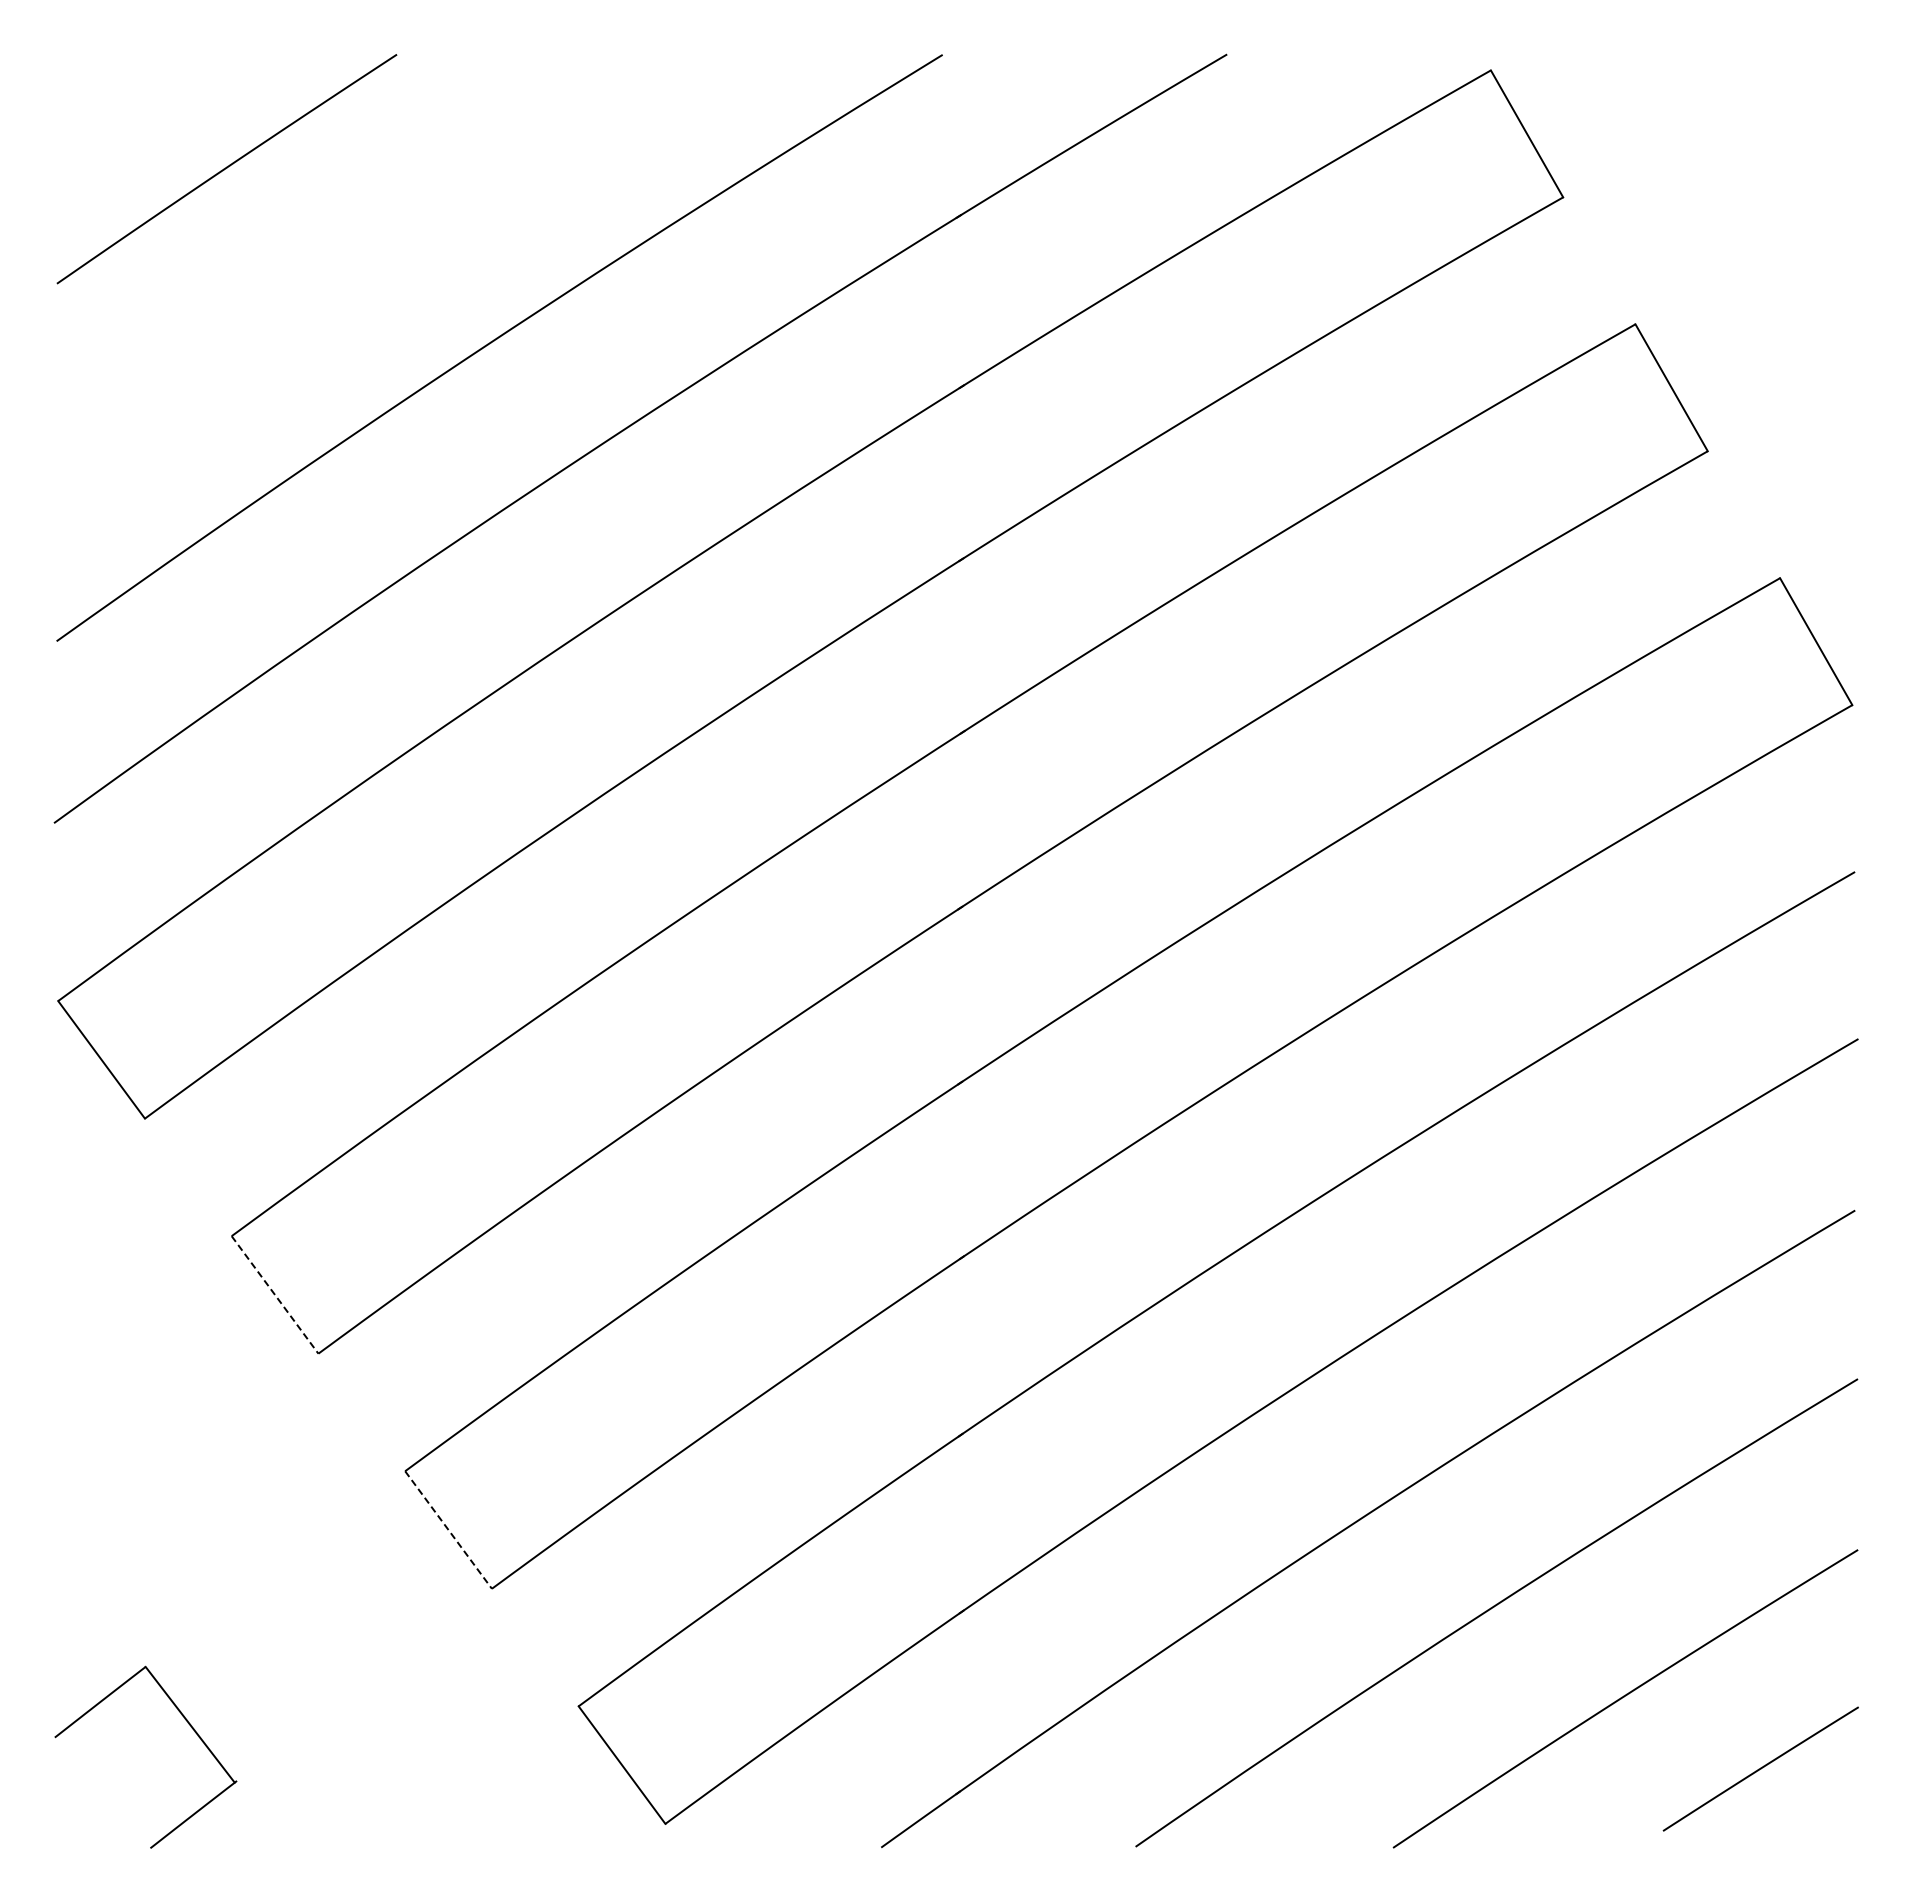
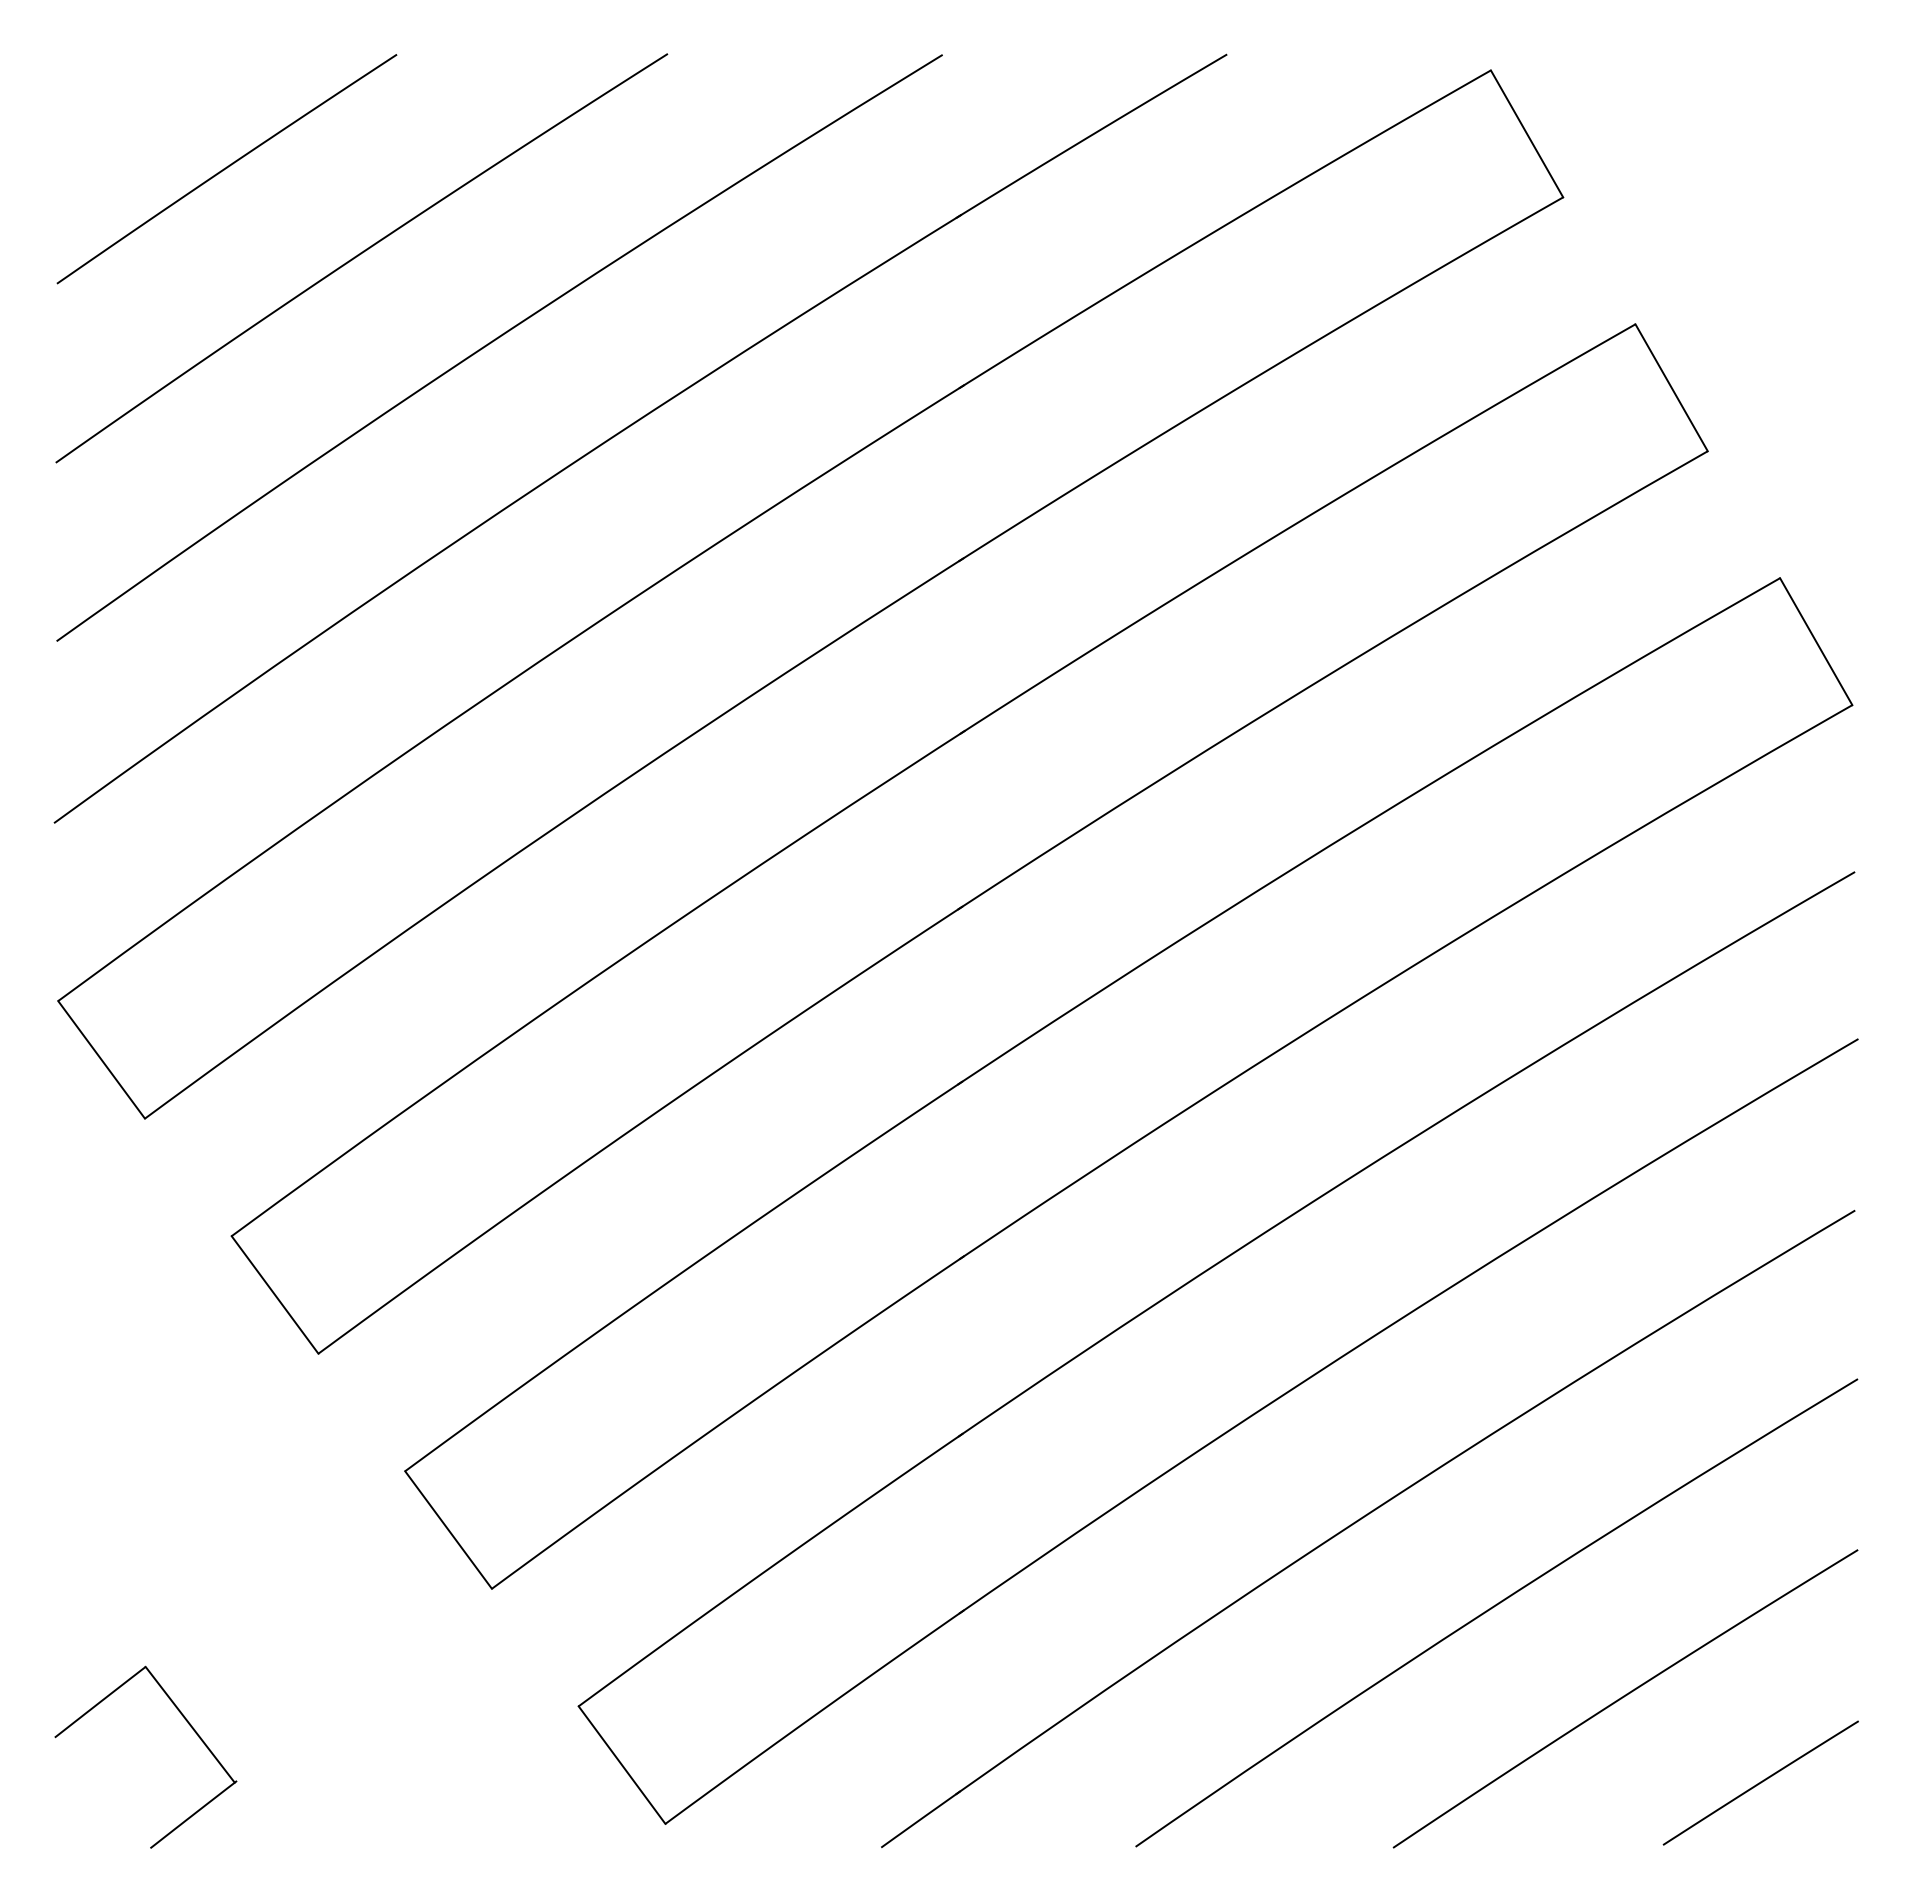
curve at (359, 255): none -> present
line at (275, 1295): dashed -> solid
line at (448, 1530): dashed -> solid
line at (1760, 1768) position: (1760, 1768) -> (1760, 1782)
